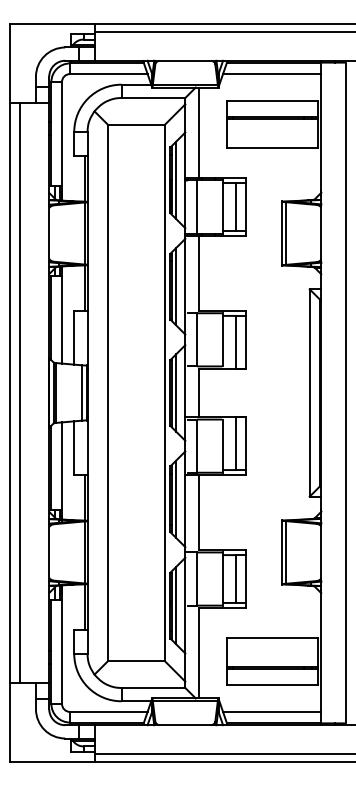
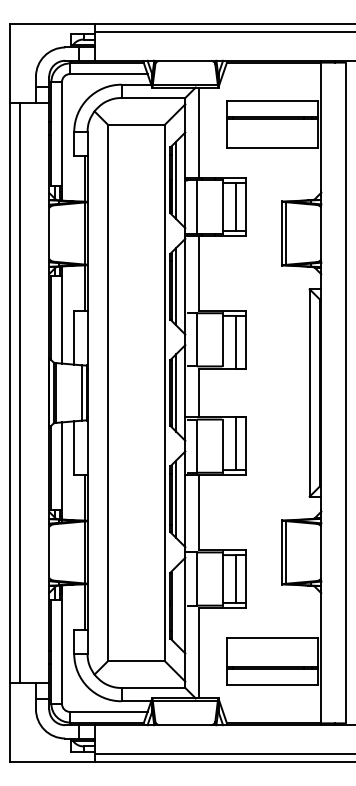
line at (272, 74): present -> none
line at (176, 605): present -> none
line at (272, 711): present -> none
